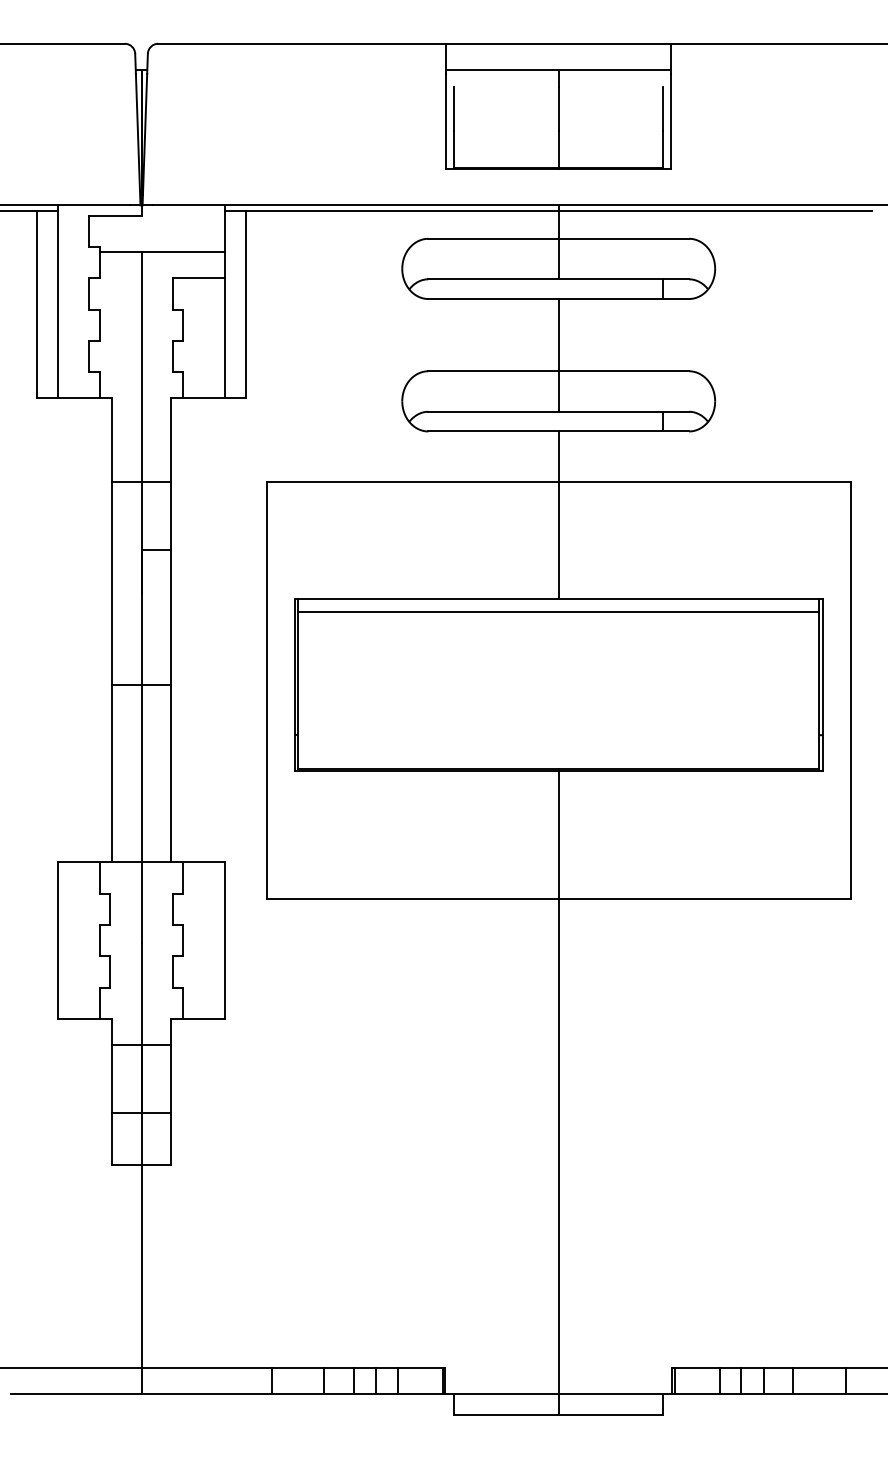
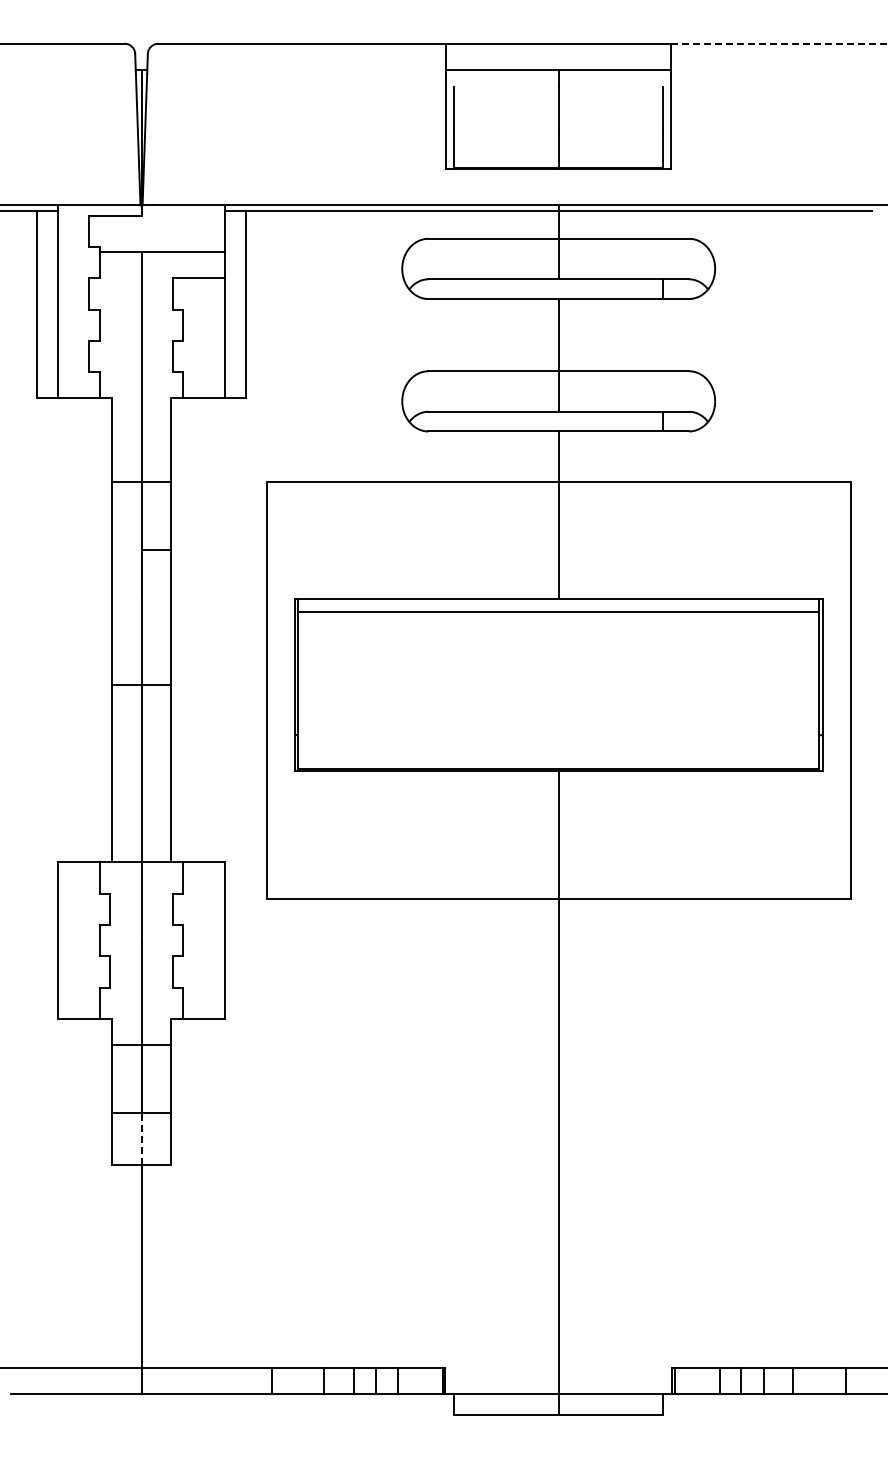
line at (779, 43): solid -> dashed
line at (141, 1138): solid -> dashed
